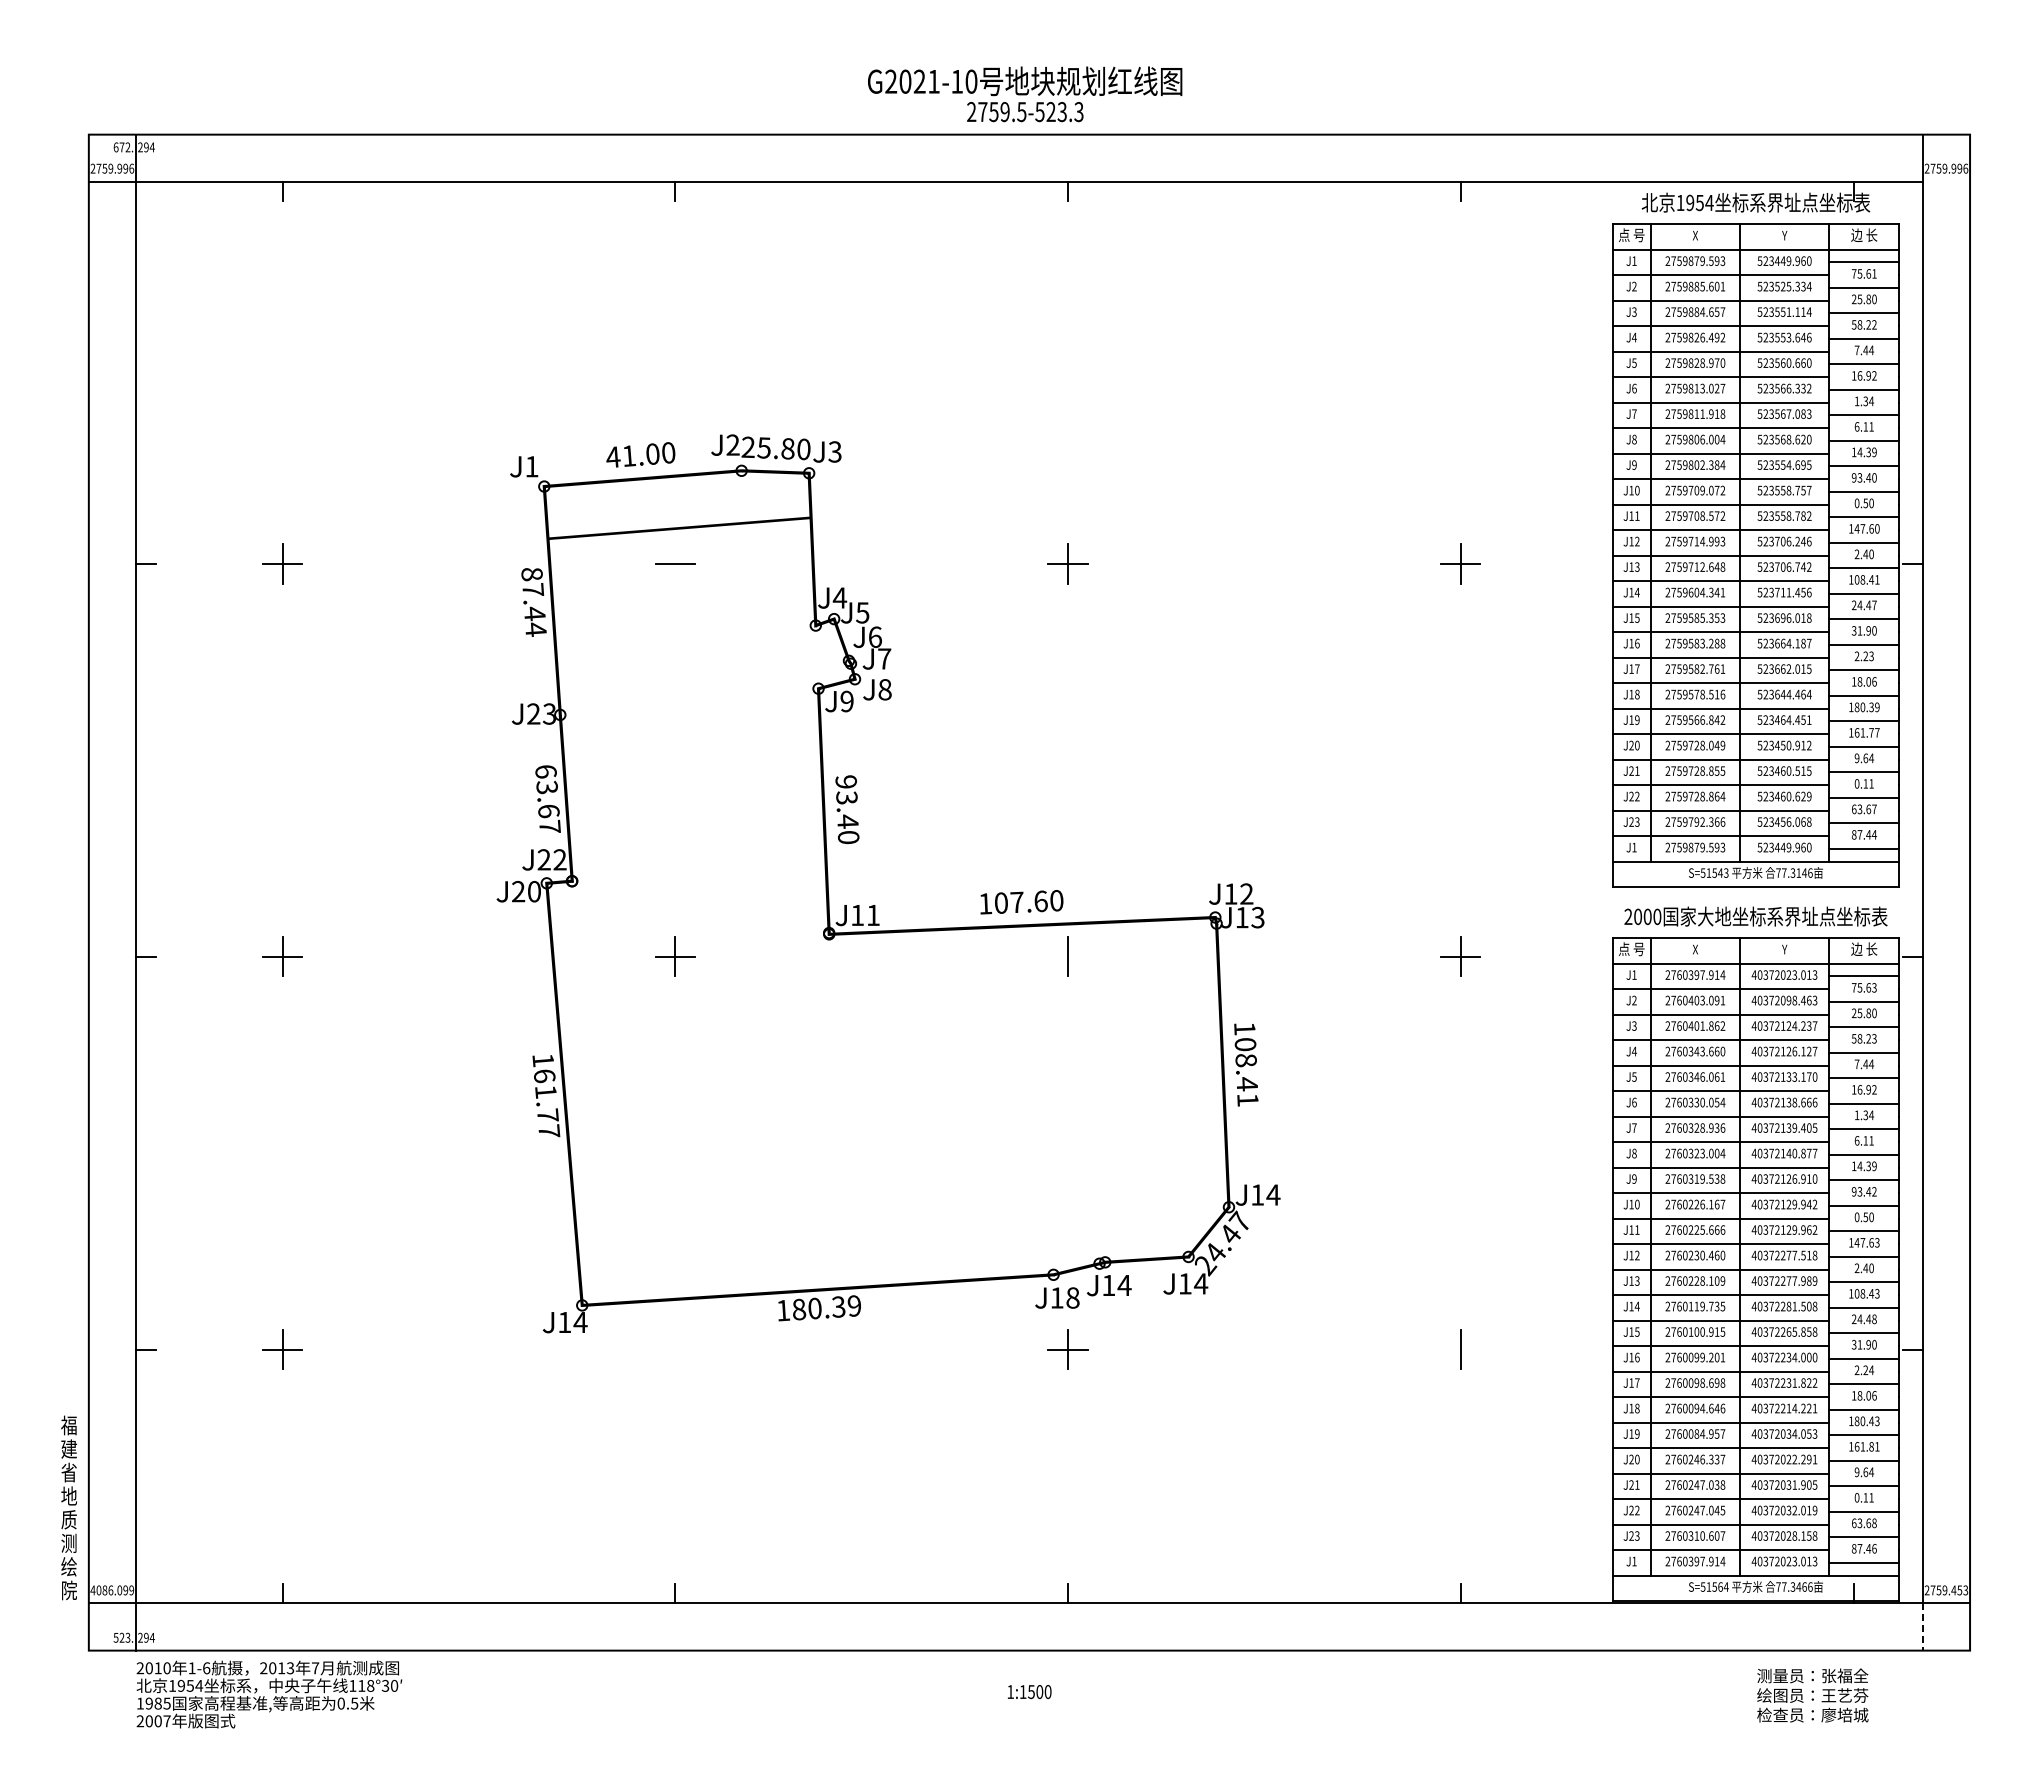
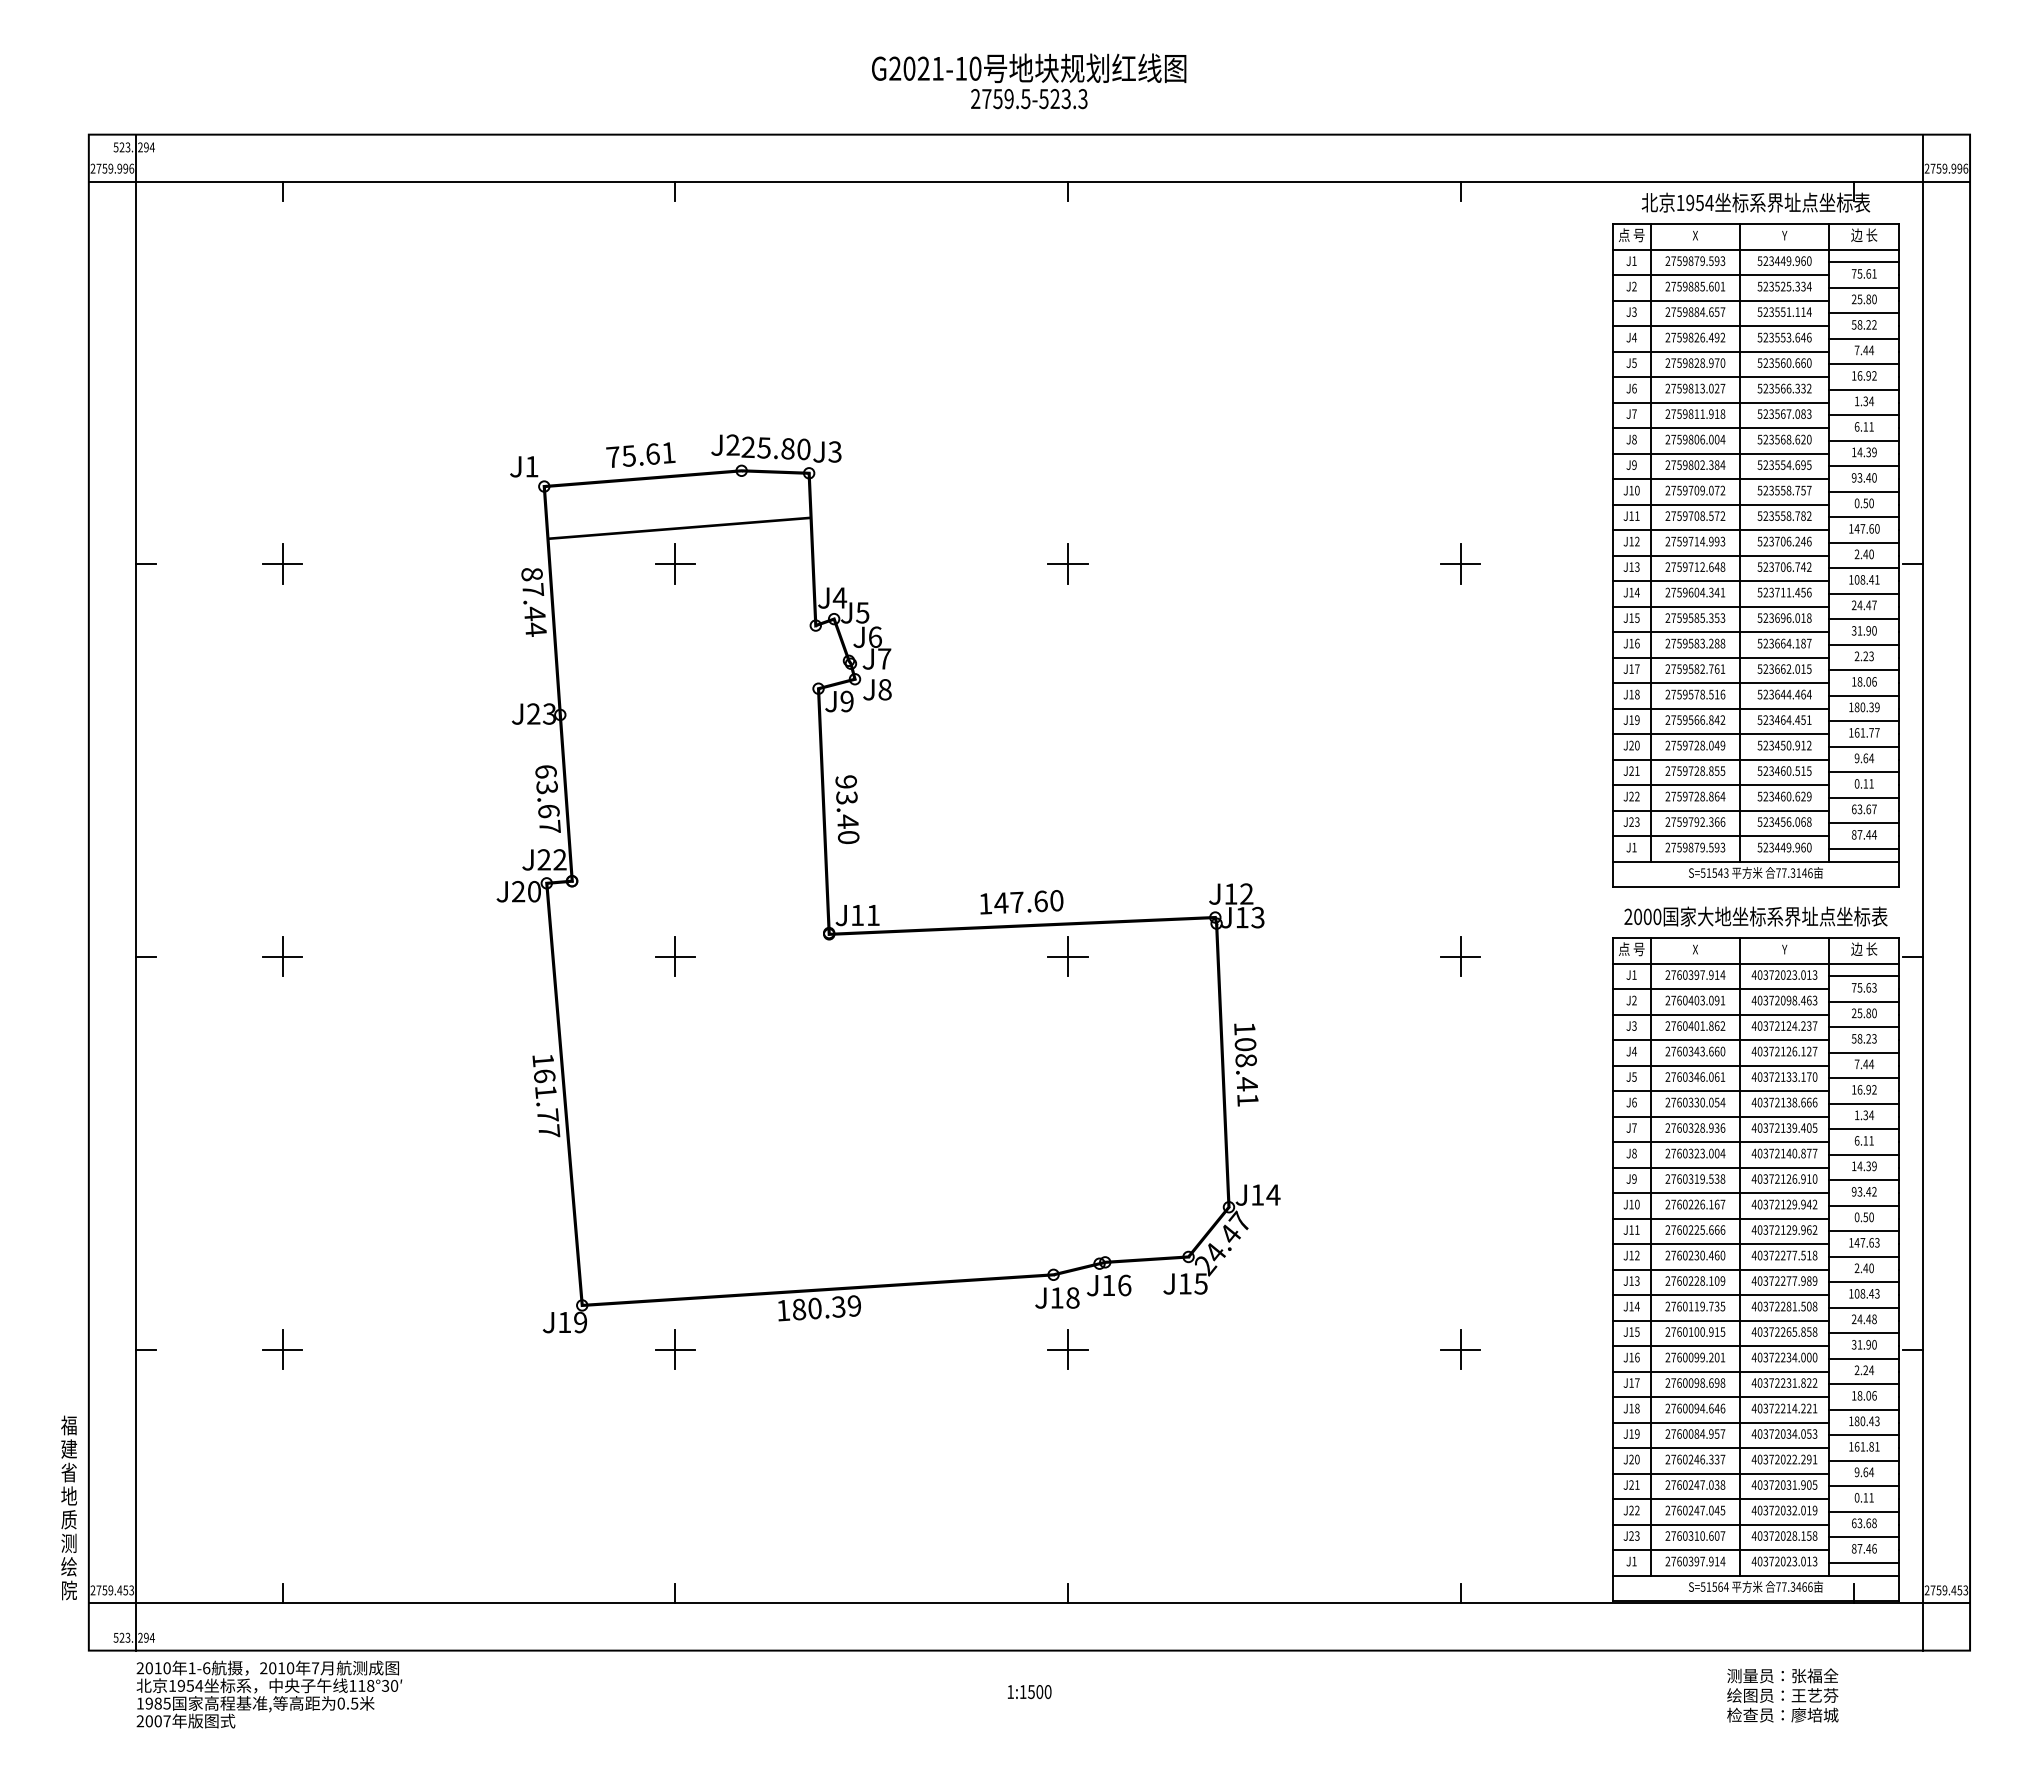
text at (1025, 94) position: (1025, 94) -> (1029, 81)
text at (121, 147): 672. -> 523.
line at (1946, 181): none -> present
text at (640, 454): 41.00 -> 75.61
line at (675, 563): none -> present
text at (1001, 902): 107.60 -> 147.60
line at (1067, 956): none -> present
text at (1200, 1283): J14 -> J15
text at (1124, 1285): J14 -> J16
text at (580, 1322): J14 -> J19
part at (675, 1349): none -> present
line at (1460, 1349): none -> present
text at (112, 1590): 4086.099 -> 2759.453
line at (1922, 1627): dashed -> solid
text at (290, 1668): 2013 -> 2010
text at (1812, 1695) position: (1812, 1695) -> (1782, 1695)
